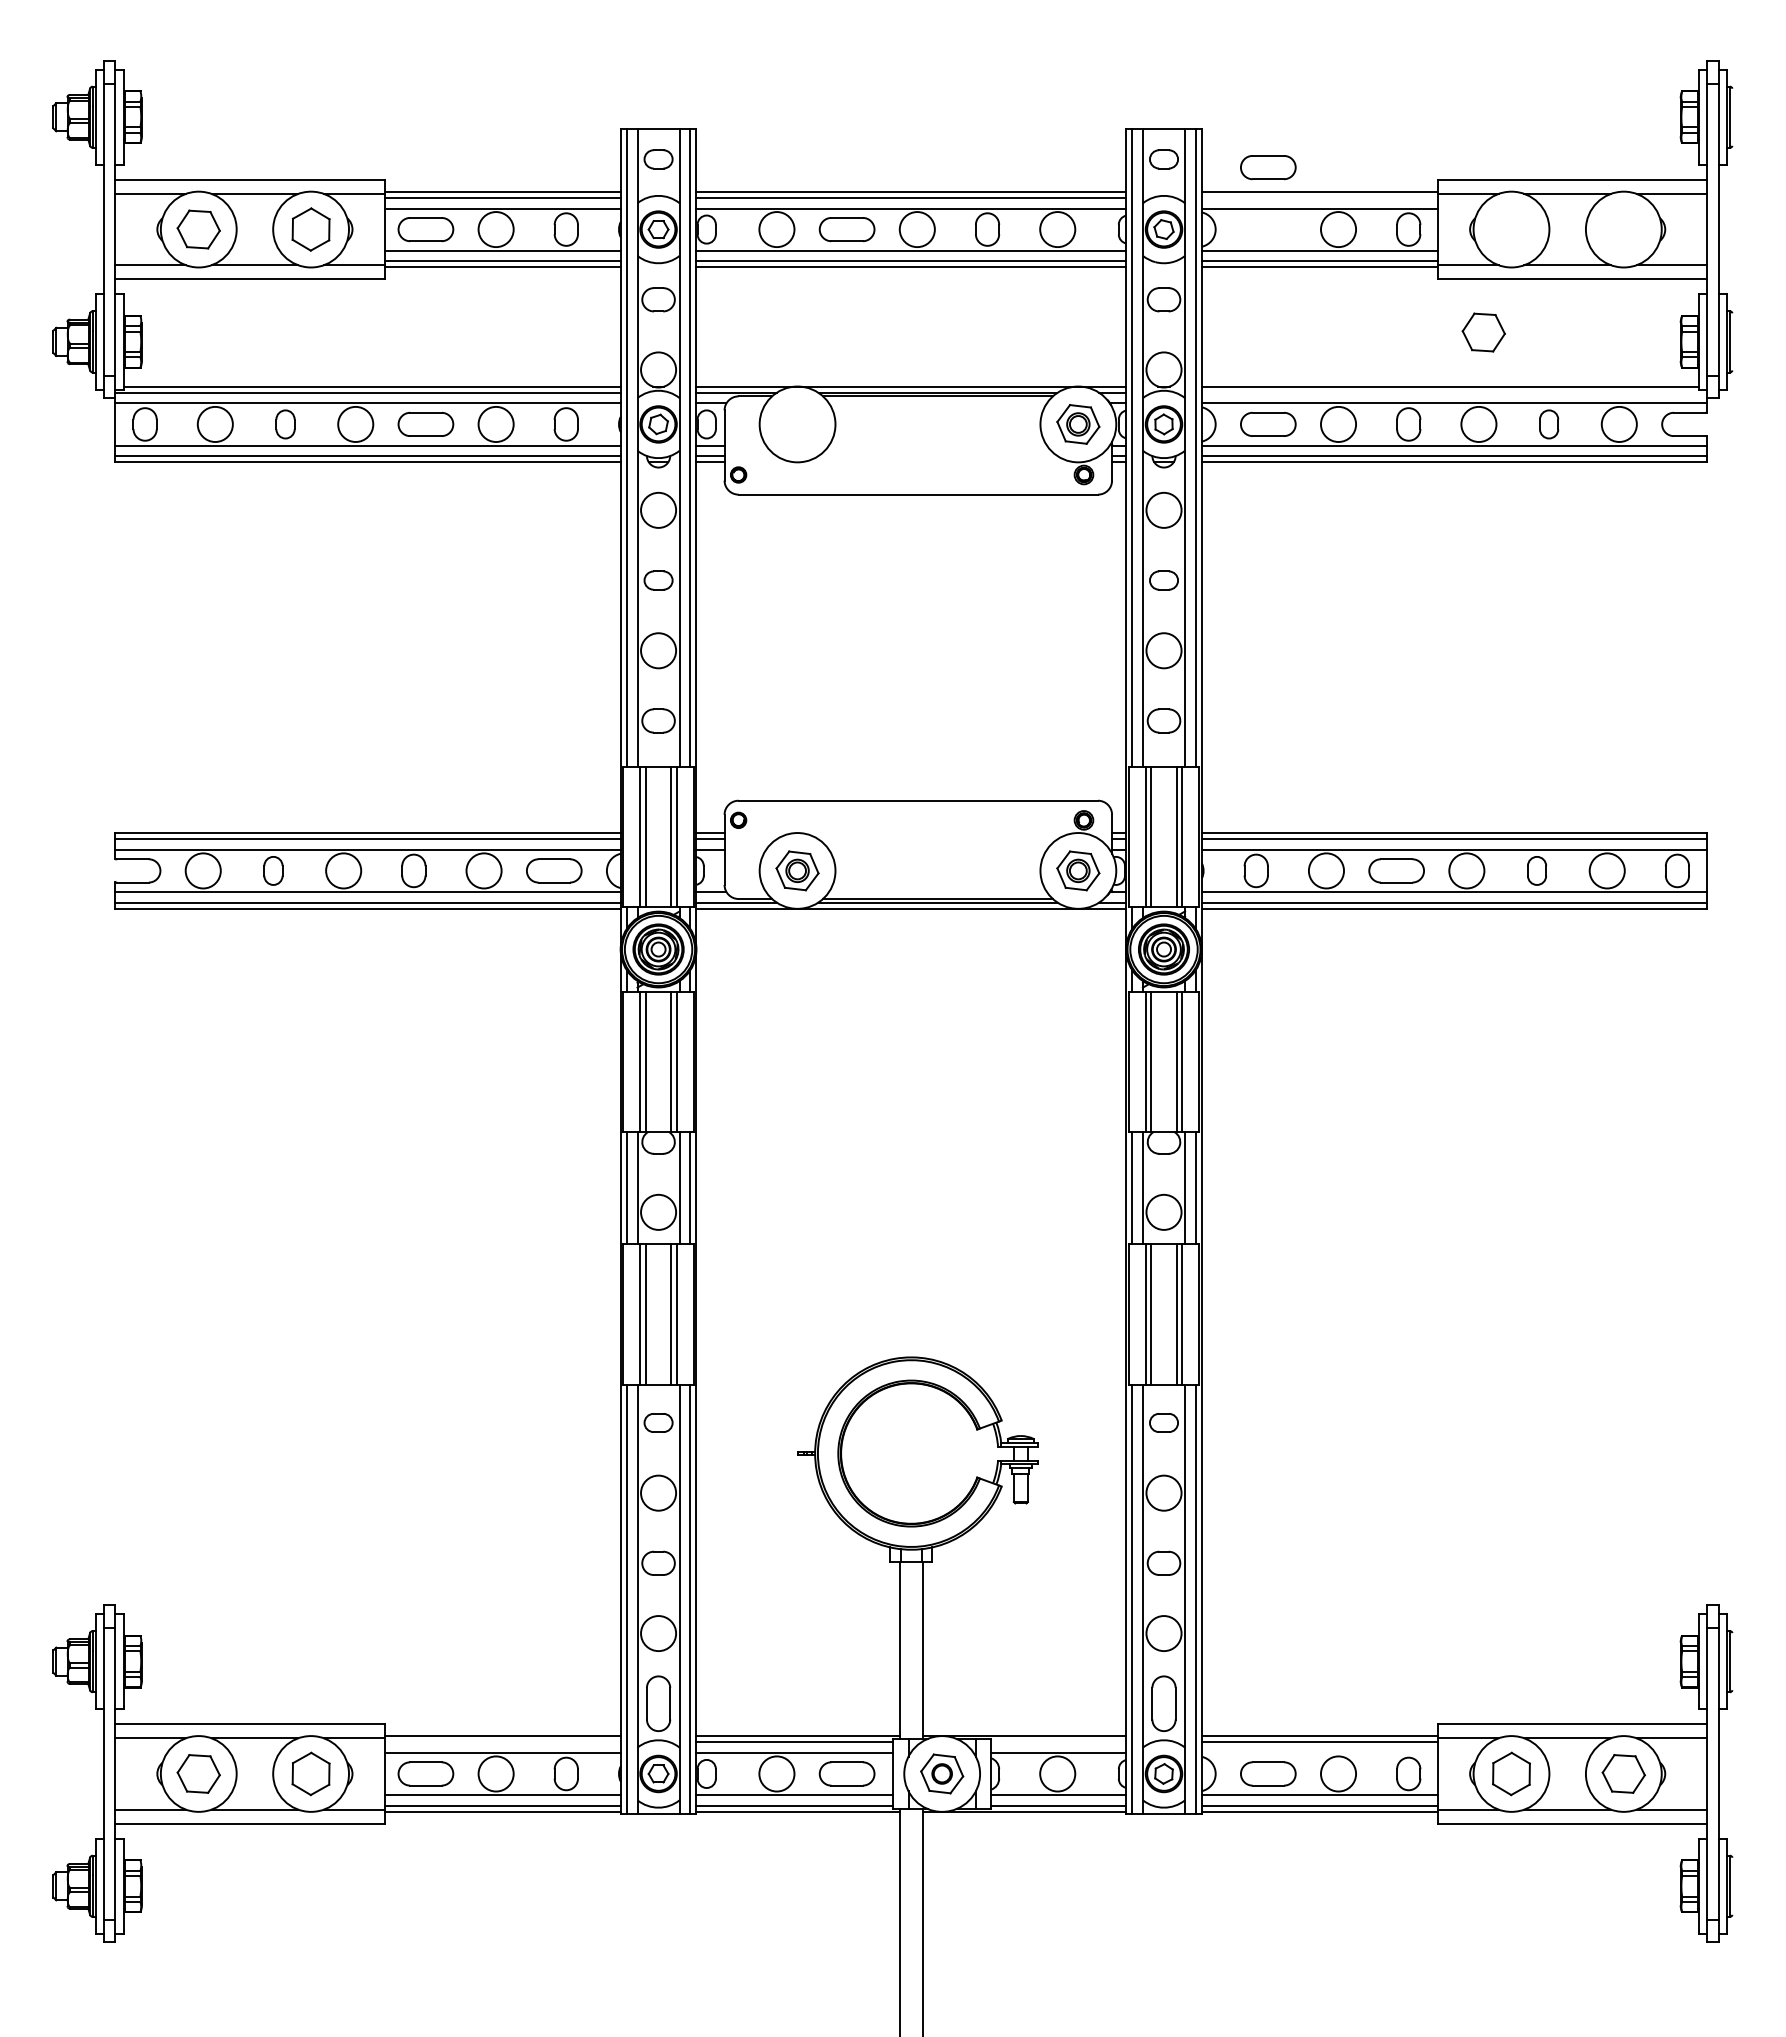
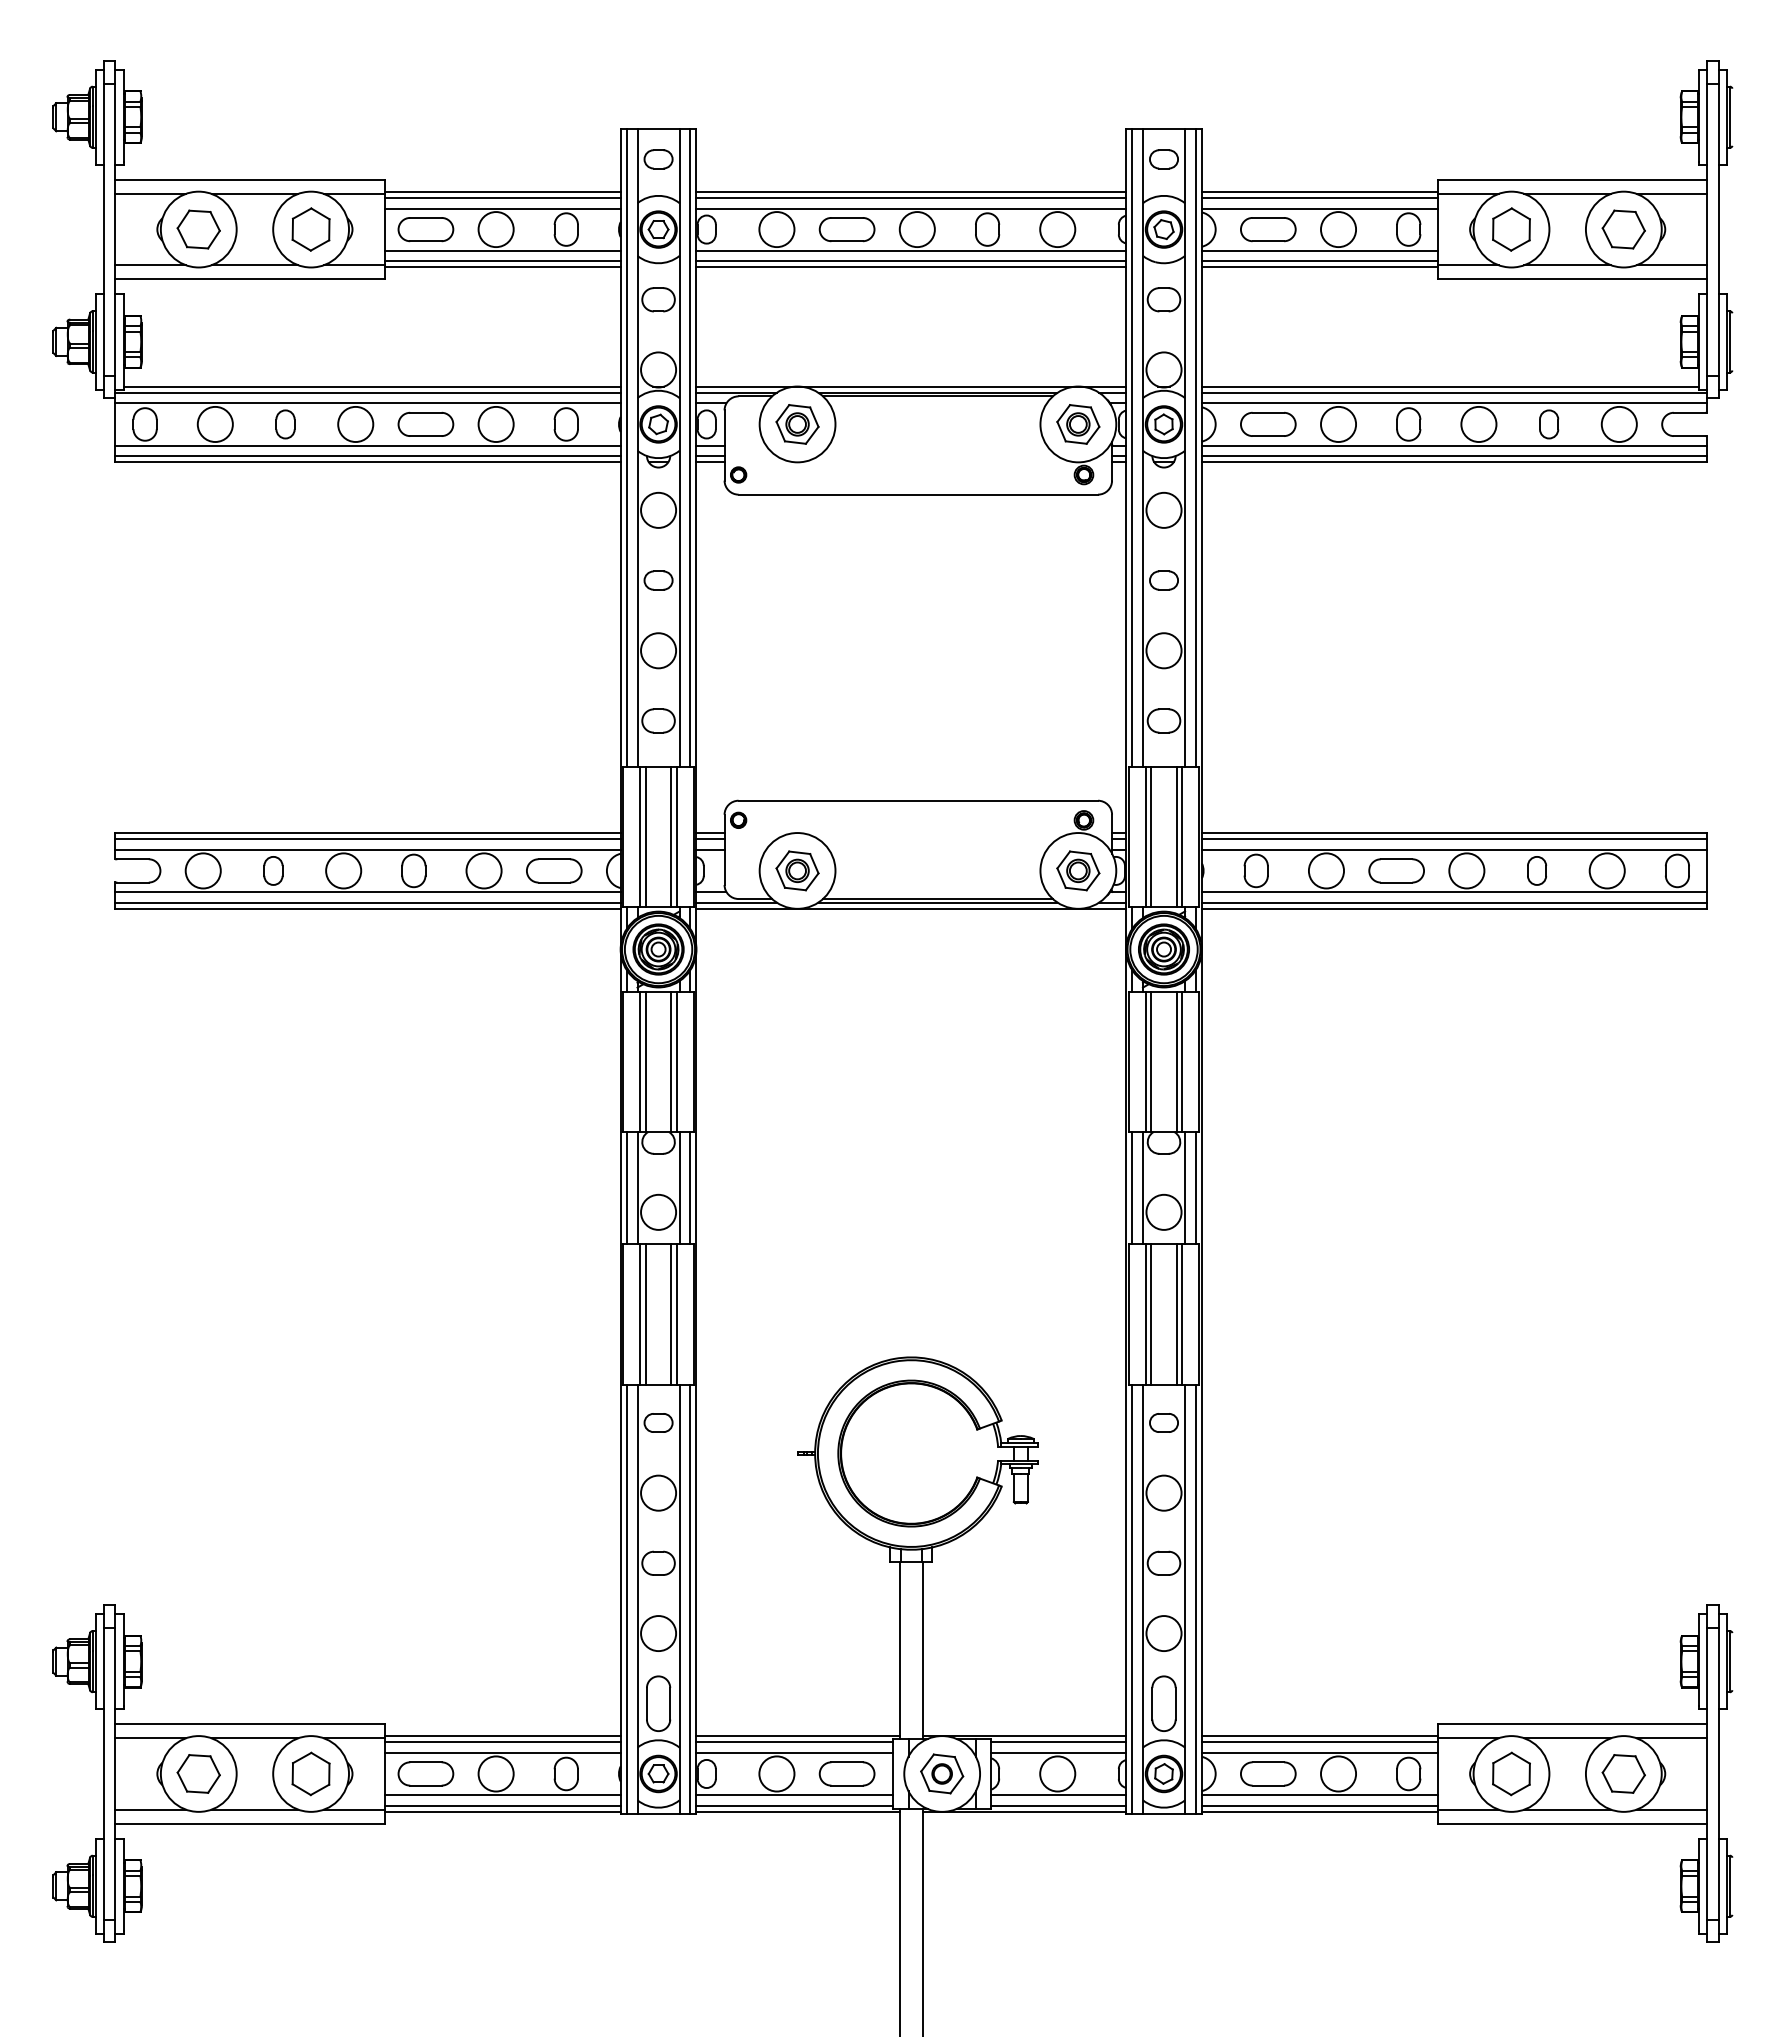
part at (1268, 167) position: (1268, 167) -> (1268, 229)
line at (1319, 197): none -> present
part at (1511, 229): none -> present
part at (1483, 332) position: (1483, 332) -> (1623, 229)
line at (1454, 392): none -> present
part at (797, 424): none -> present
line at (502, 1742): none -> present
line at (1058, 1742): none -> present
line at (1319, 1752): none -> present
